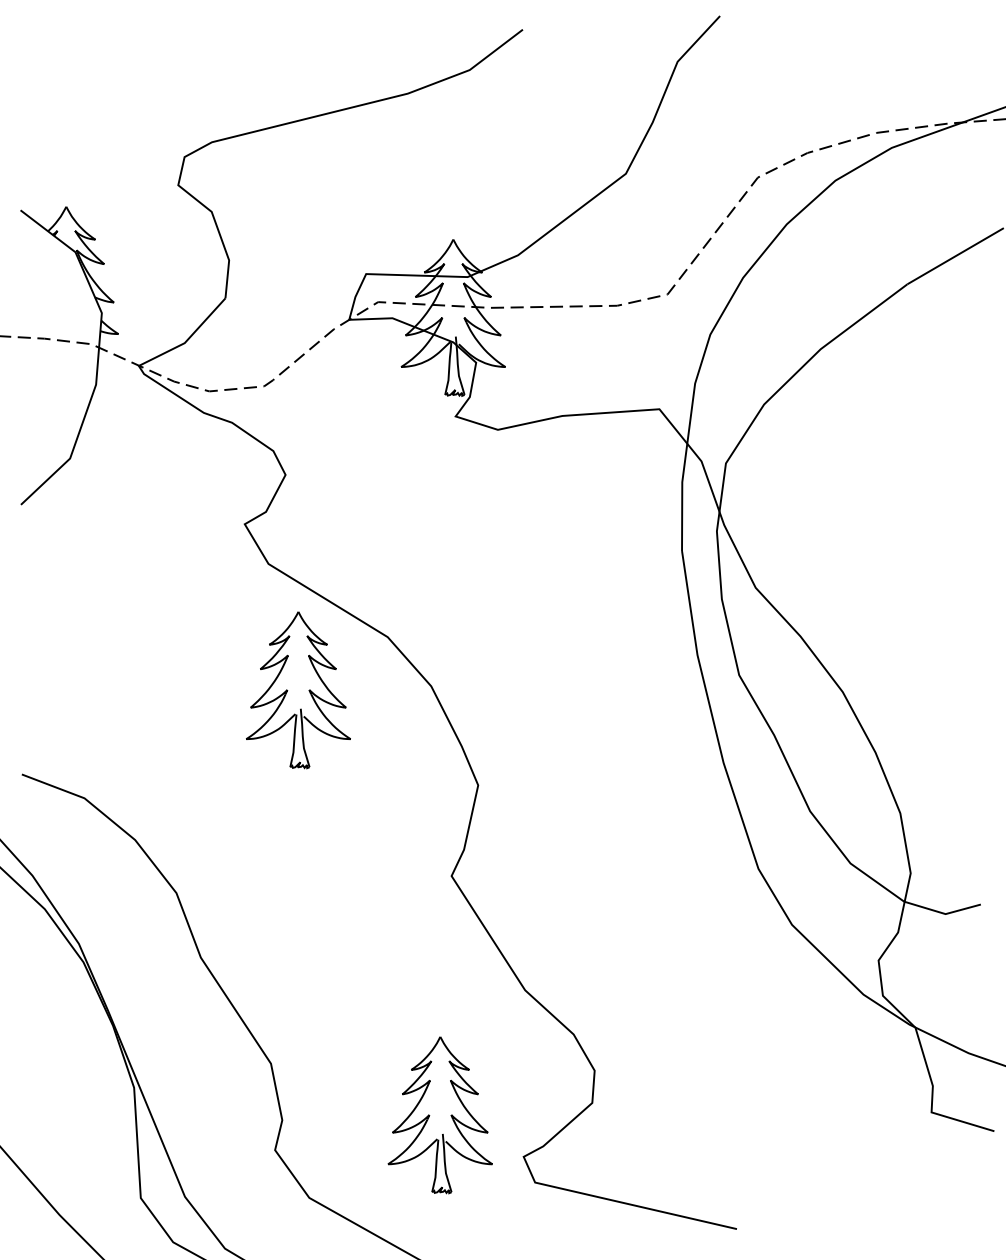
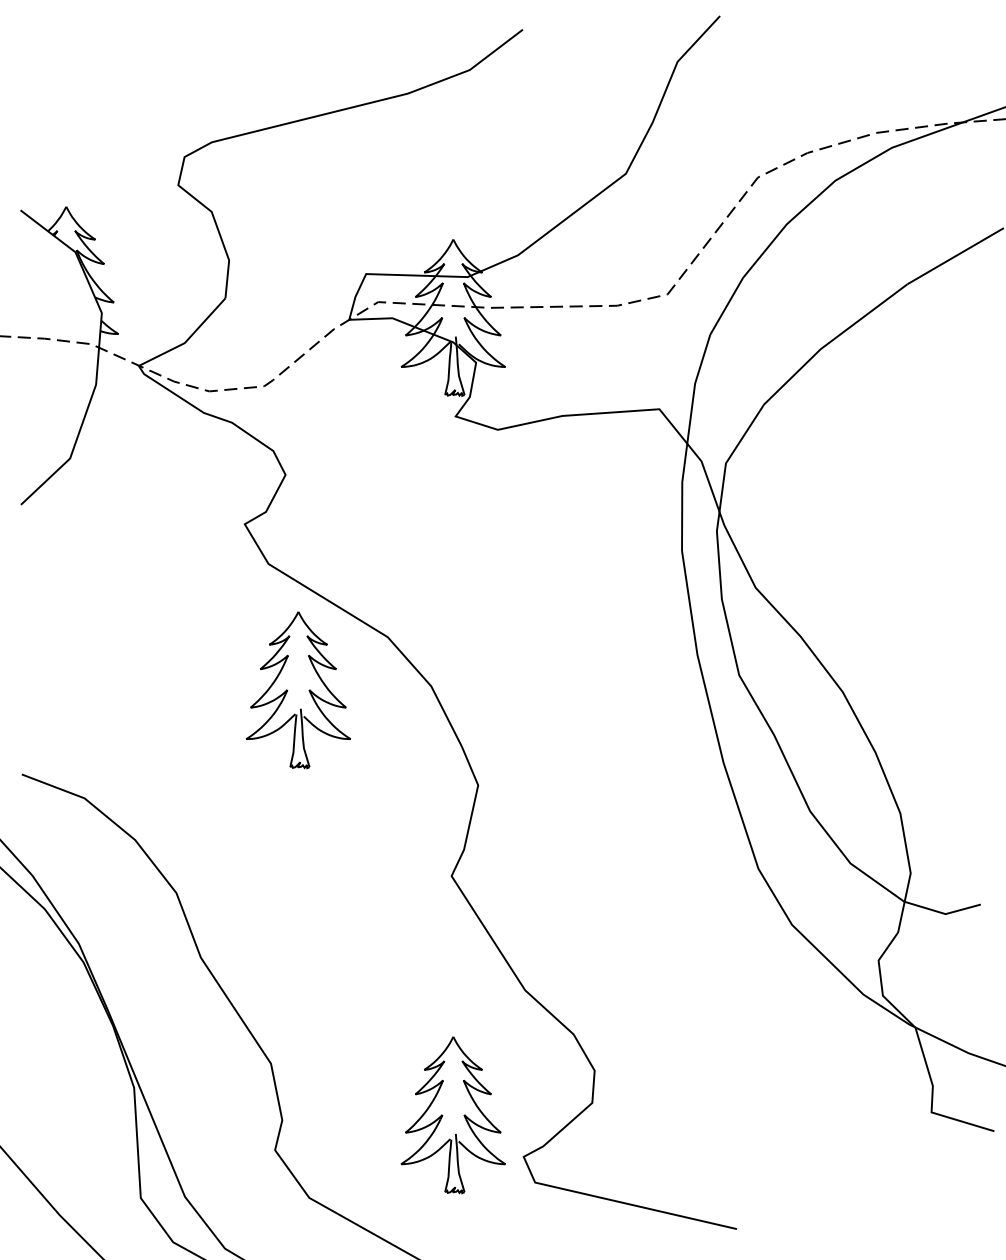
part at (439, 1115) position: (439, 1115) -> (452, 1115)
